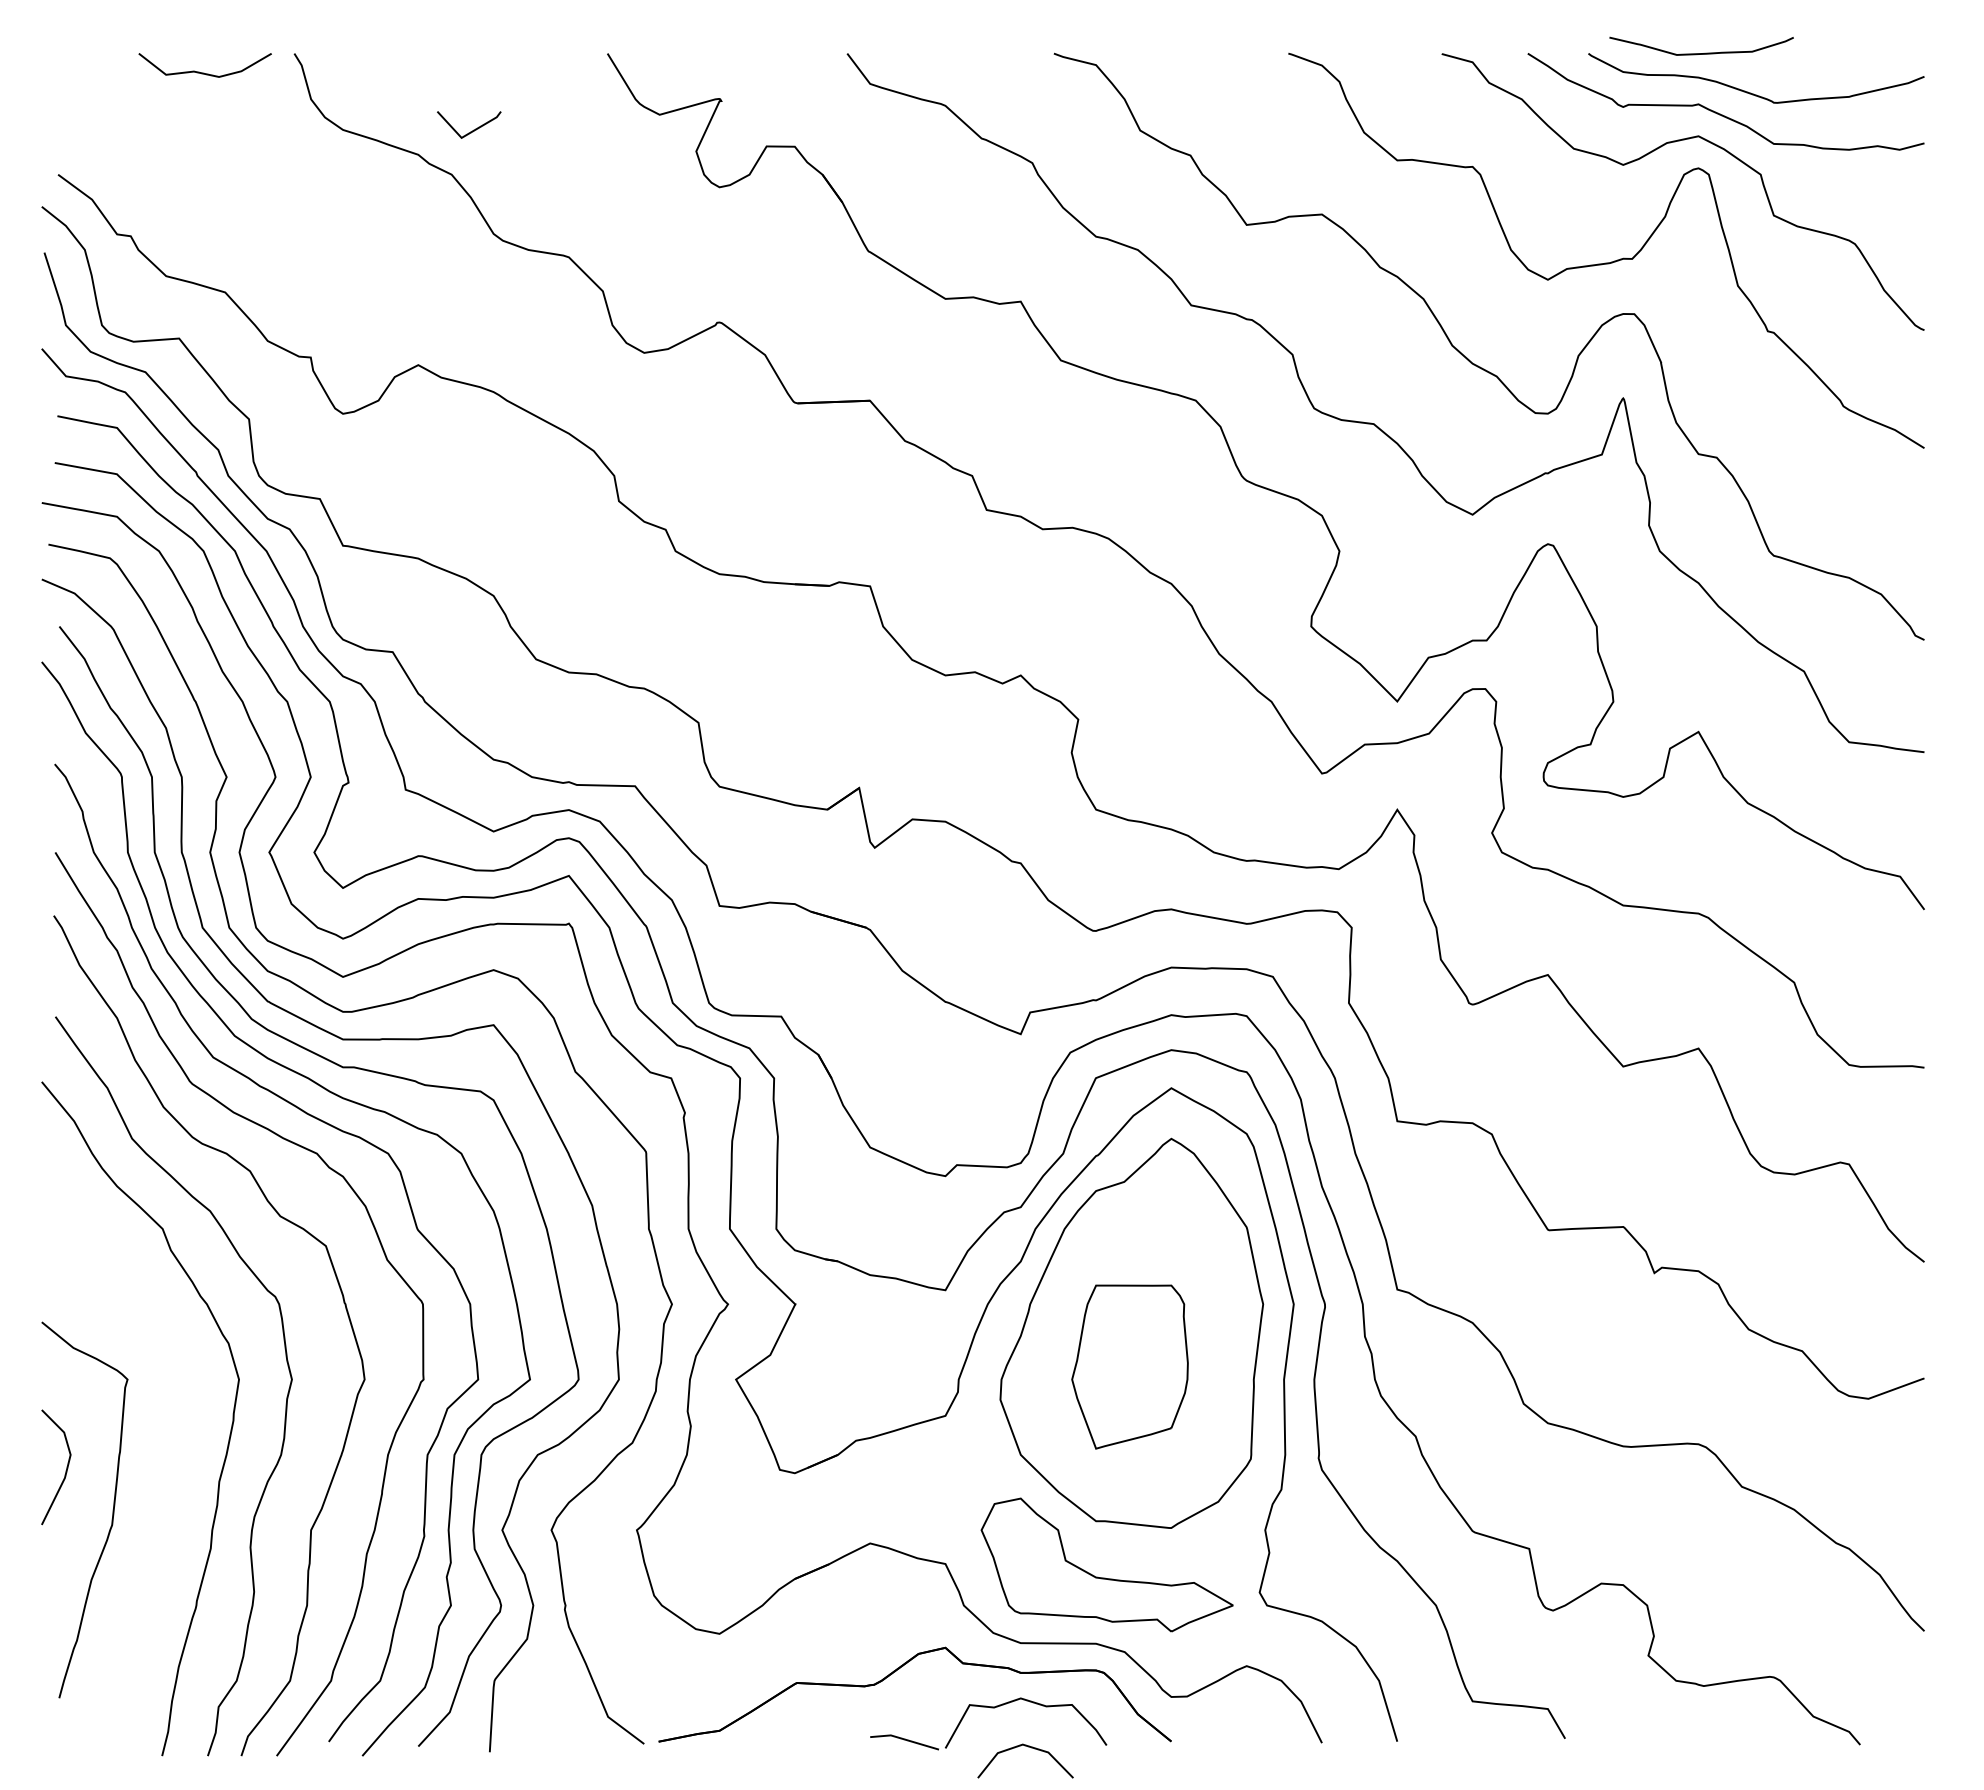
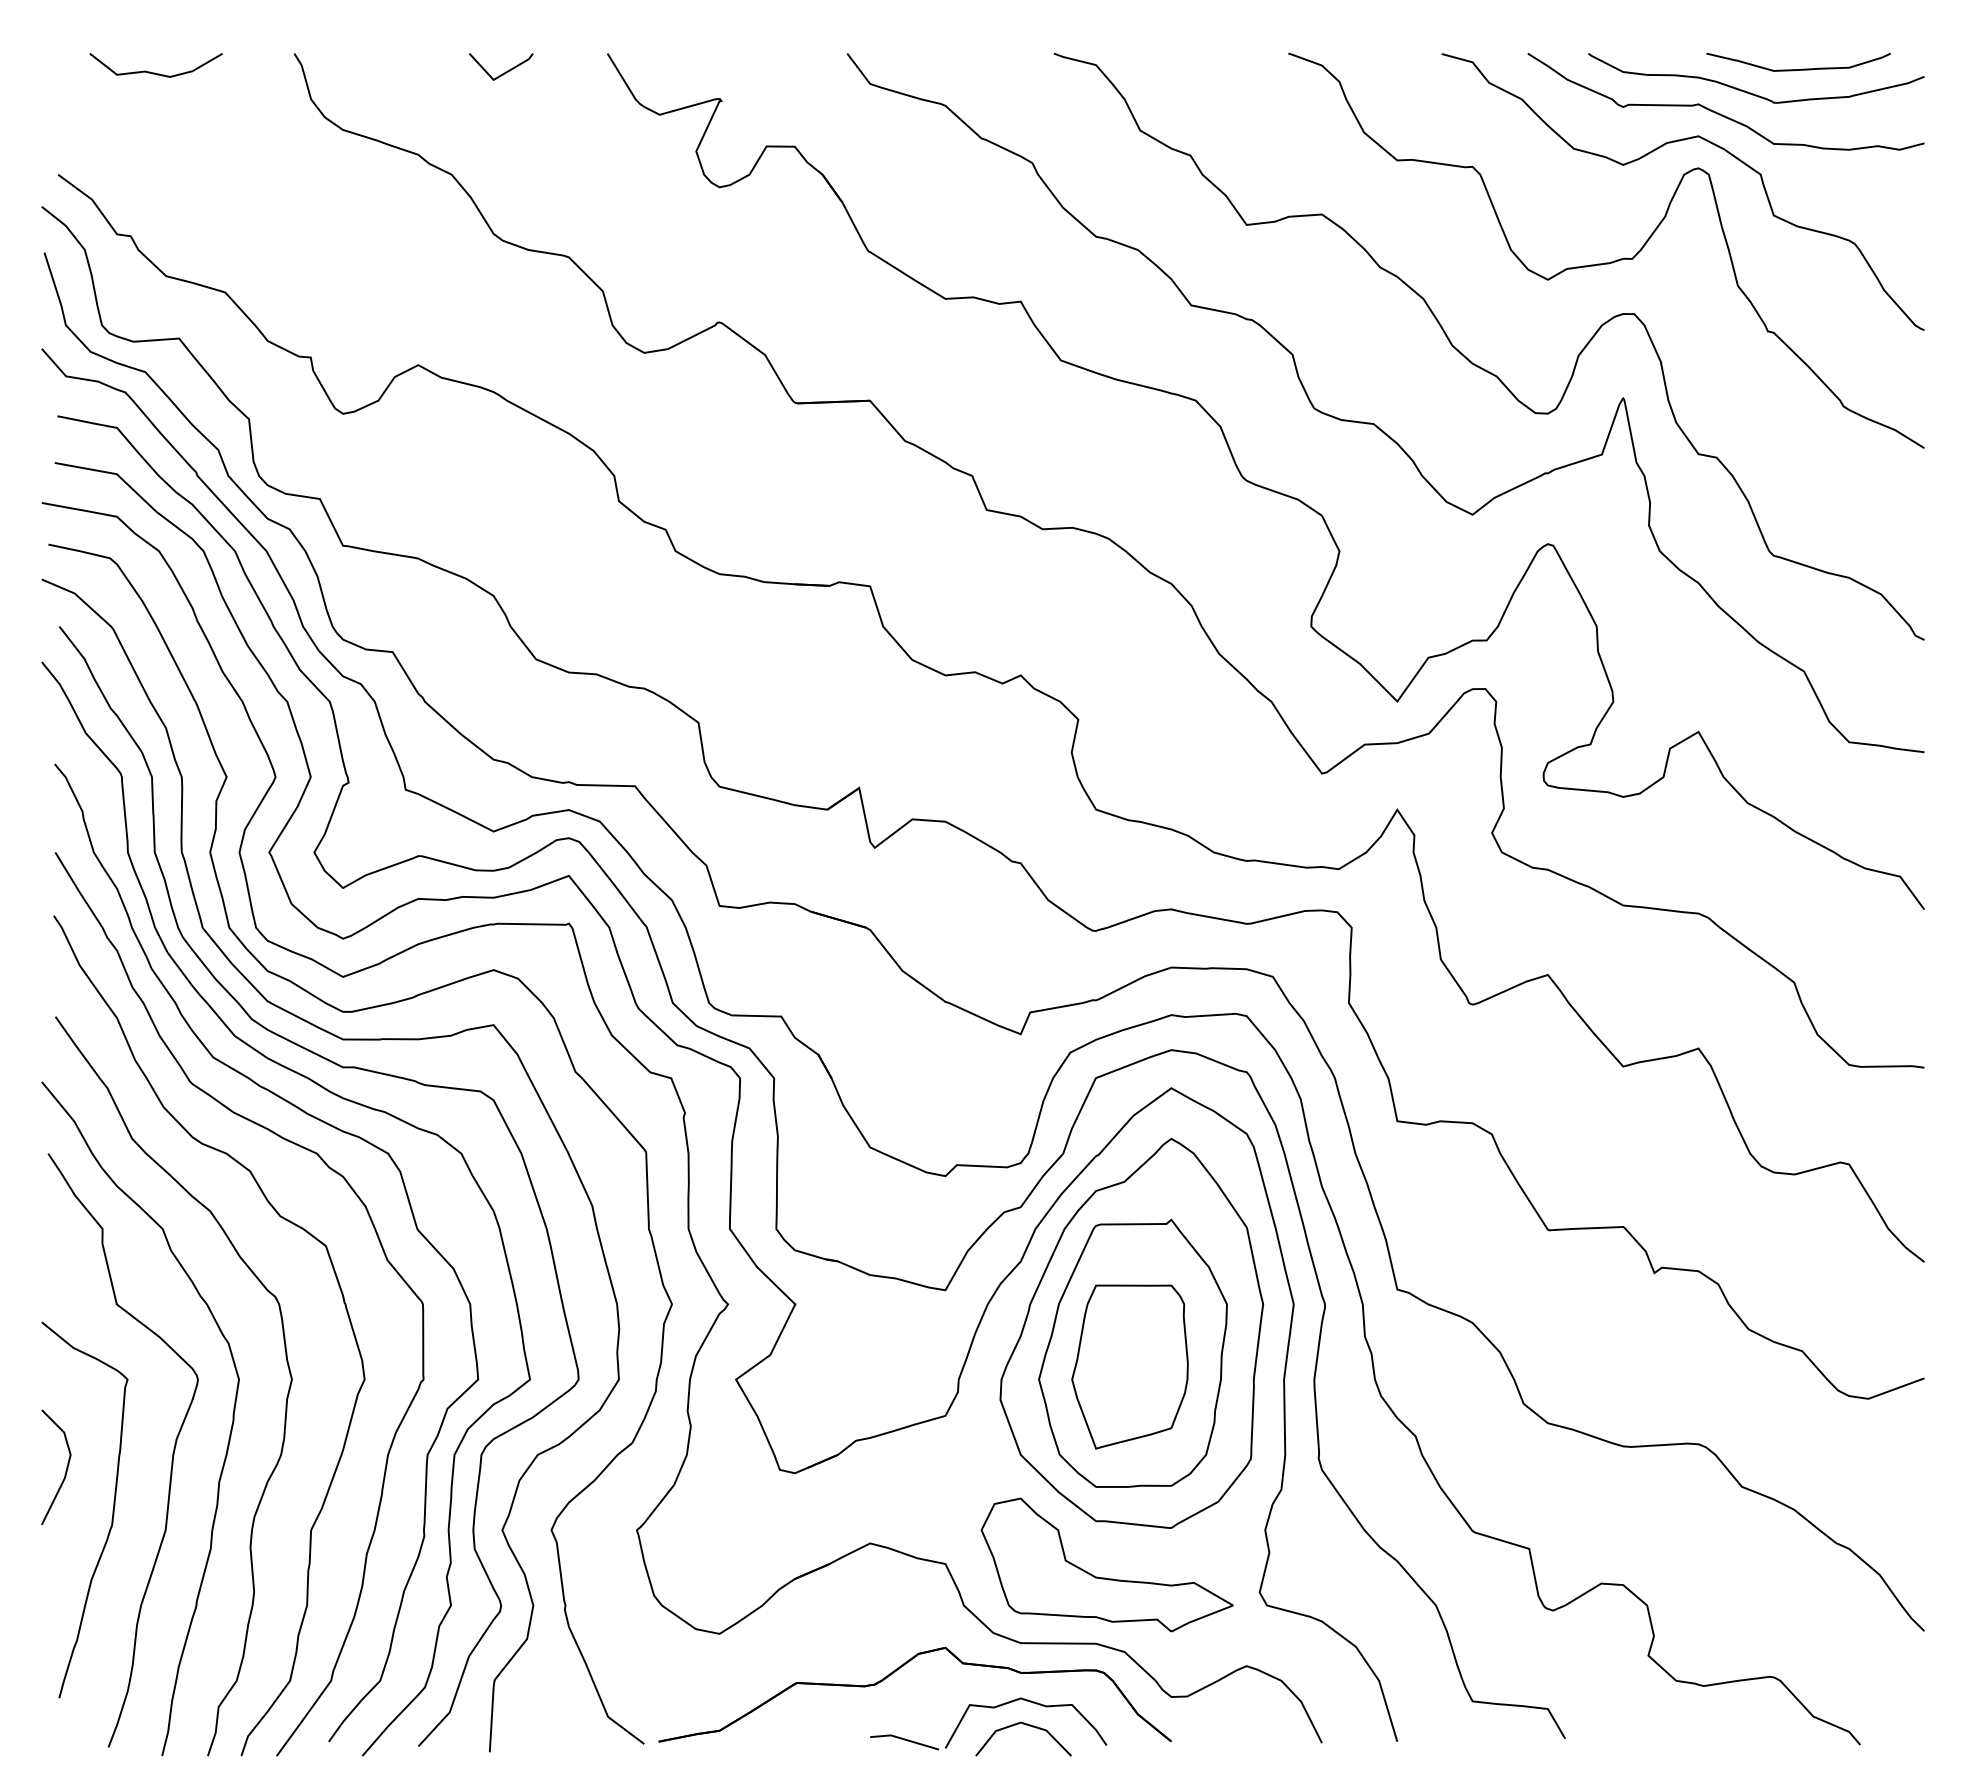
curve at (1701, 53) position: (1701, 53) -> (1798, 69)
curve at (204, 72) position: (204, 72) -> (155, 72)
line at (473, 129) position: (473, 129) -> (505, 71)
part at (1132, 1352): none -> present
curve at (171, 1459): none -> present
line at (1028, 1747) position: (1028, 1747) -> (1026, 1725)
